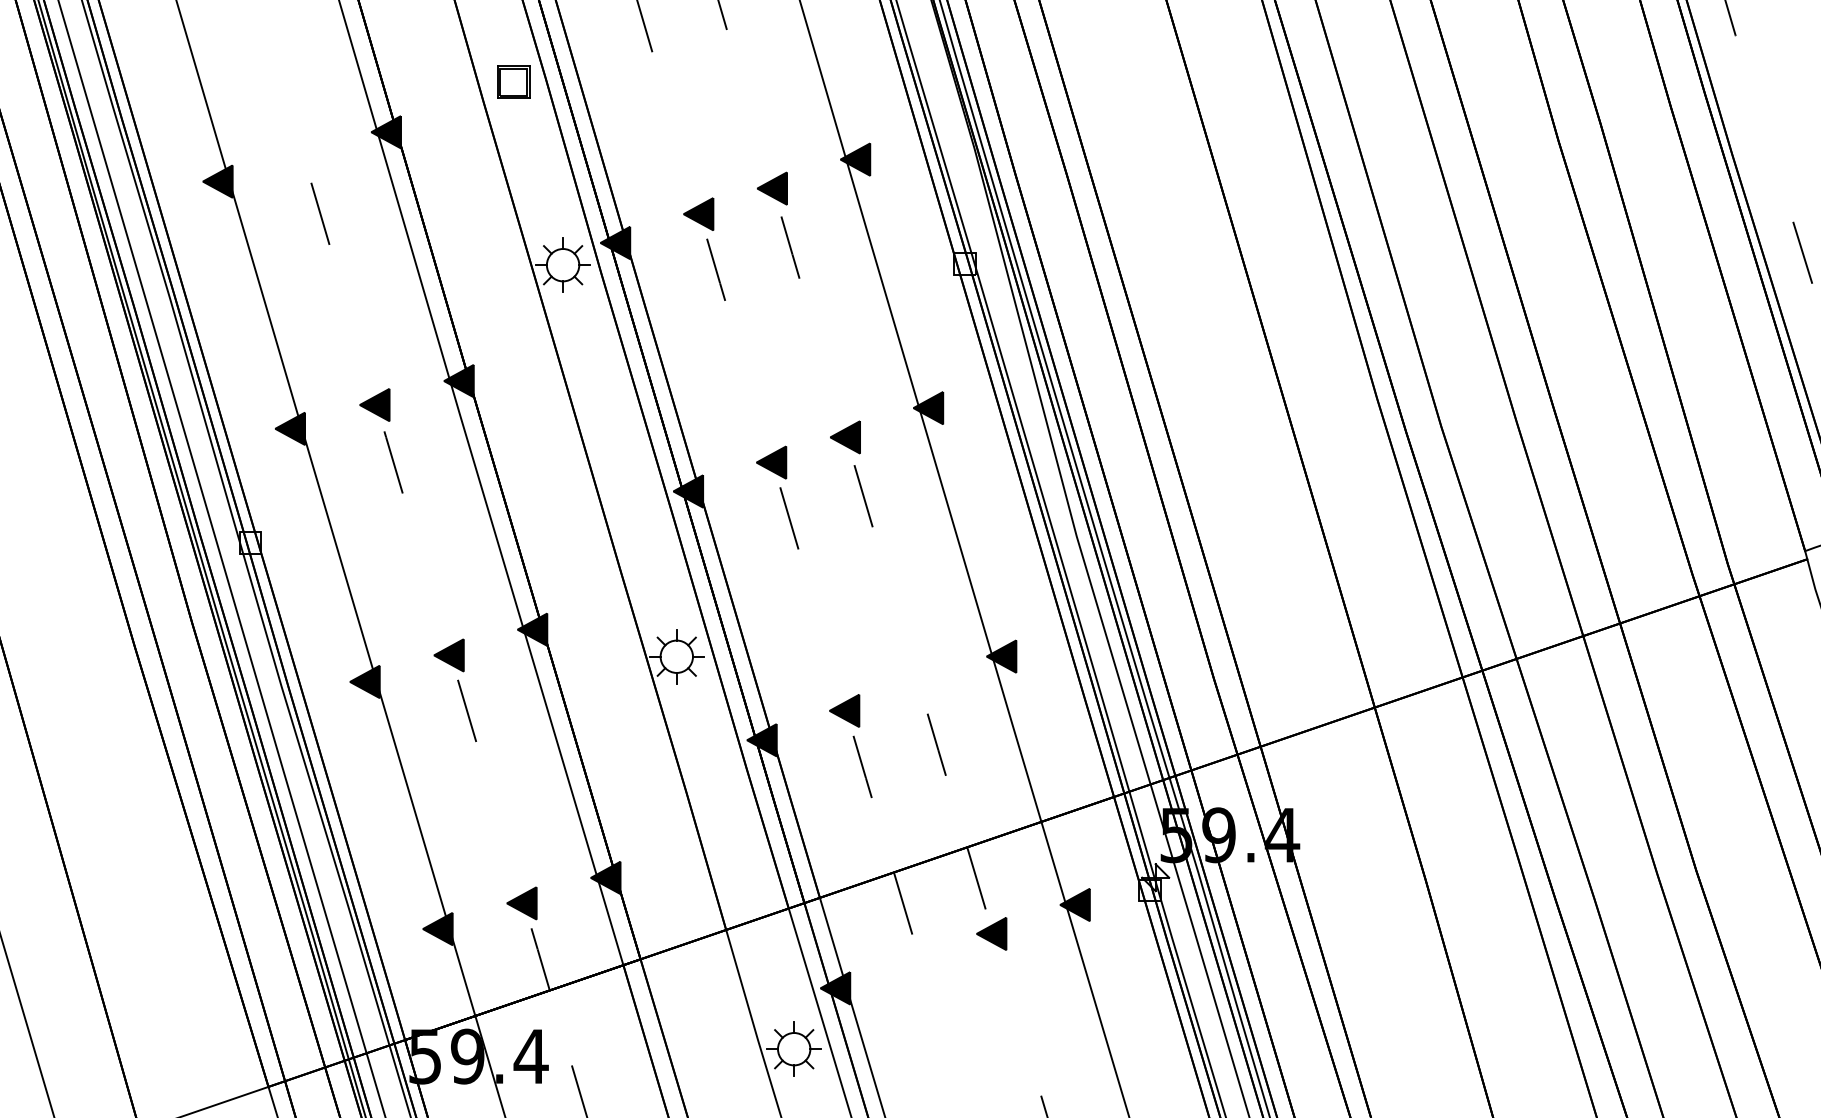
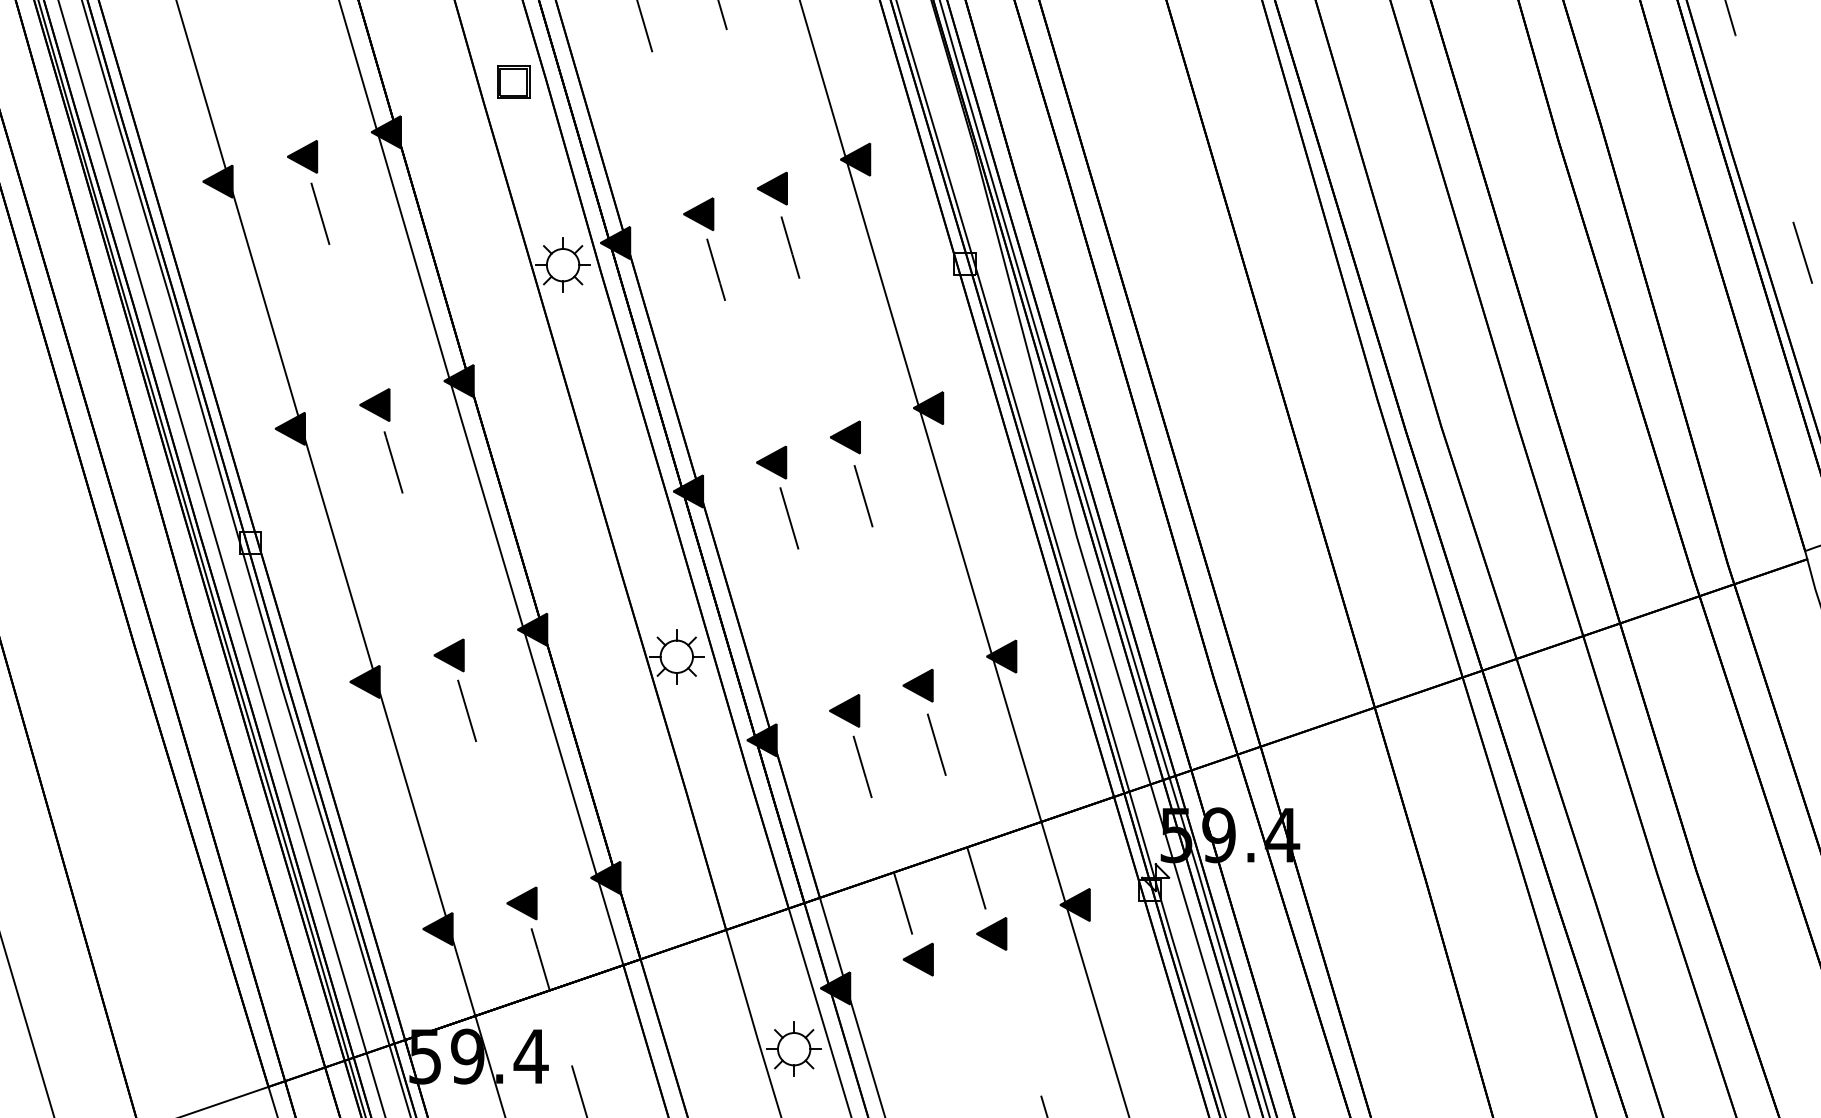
part at (302, 156): none -> present
part at (917, 685): none -> present
part at (917, 959): none -> present
